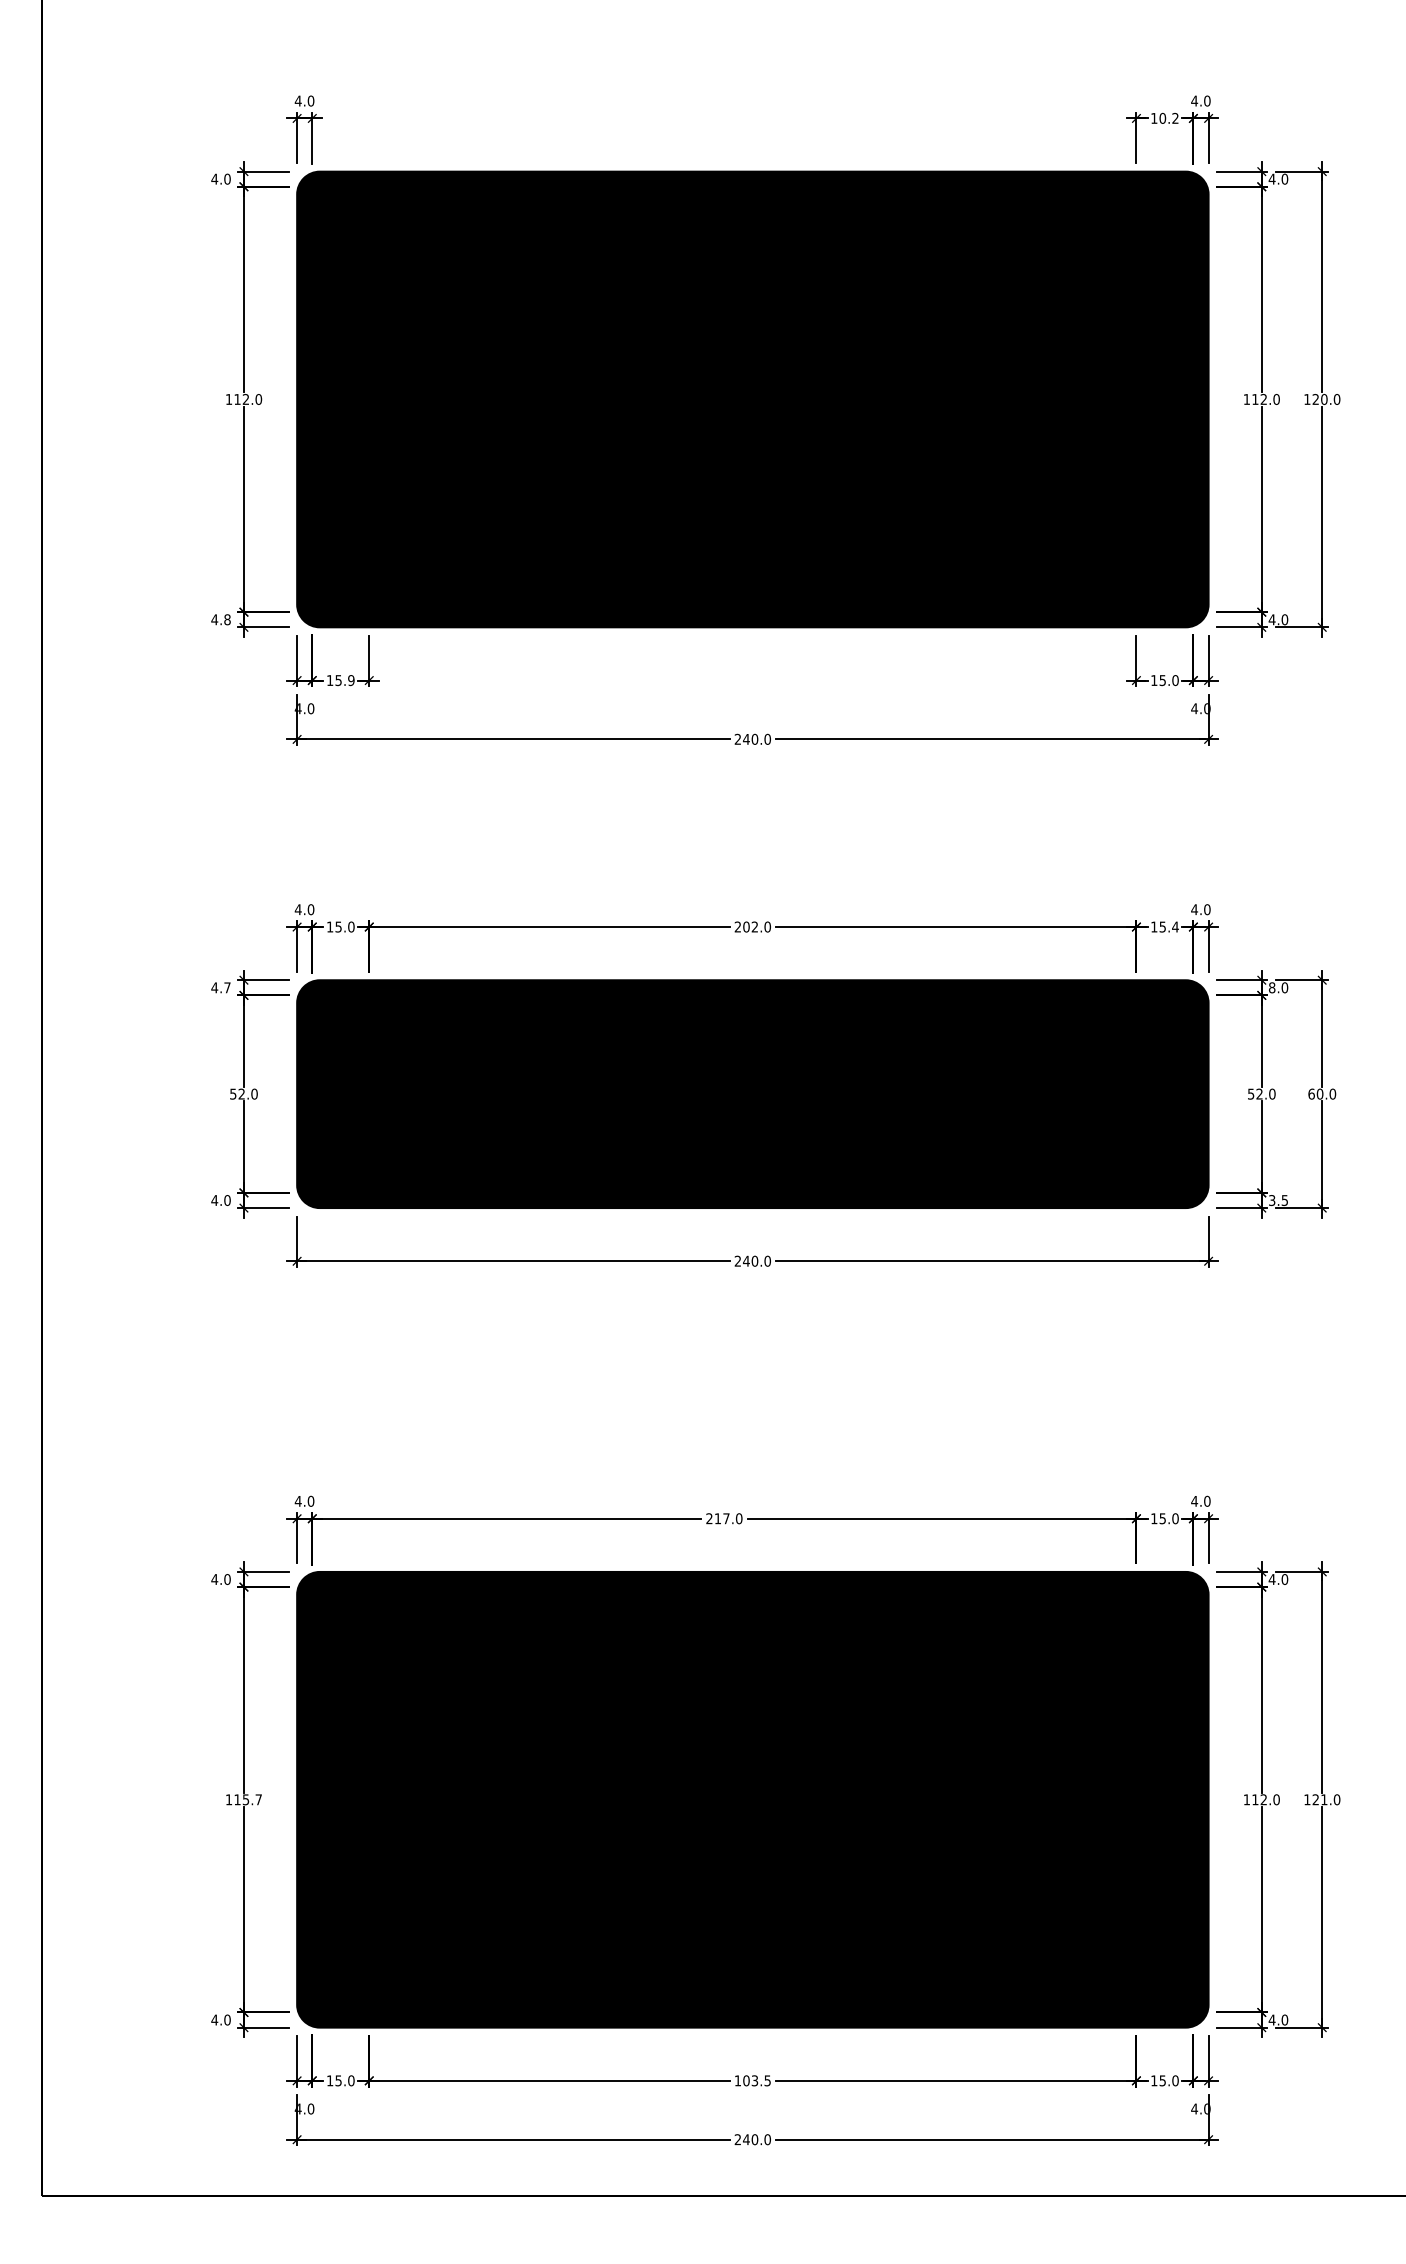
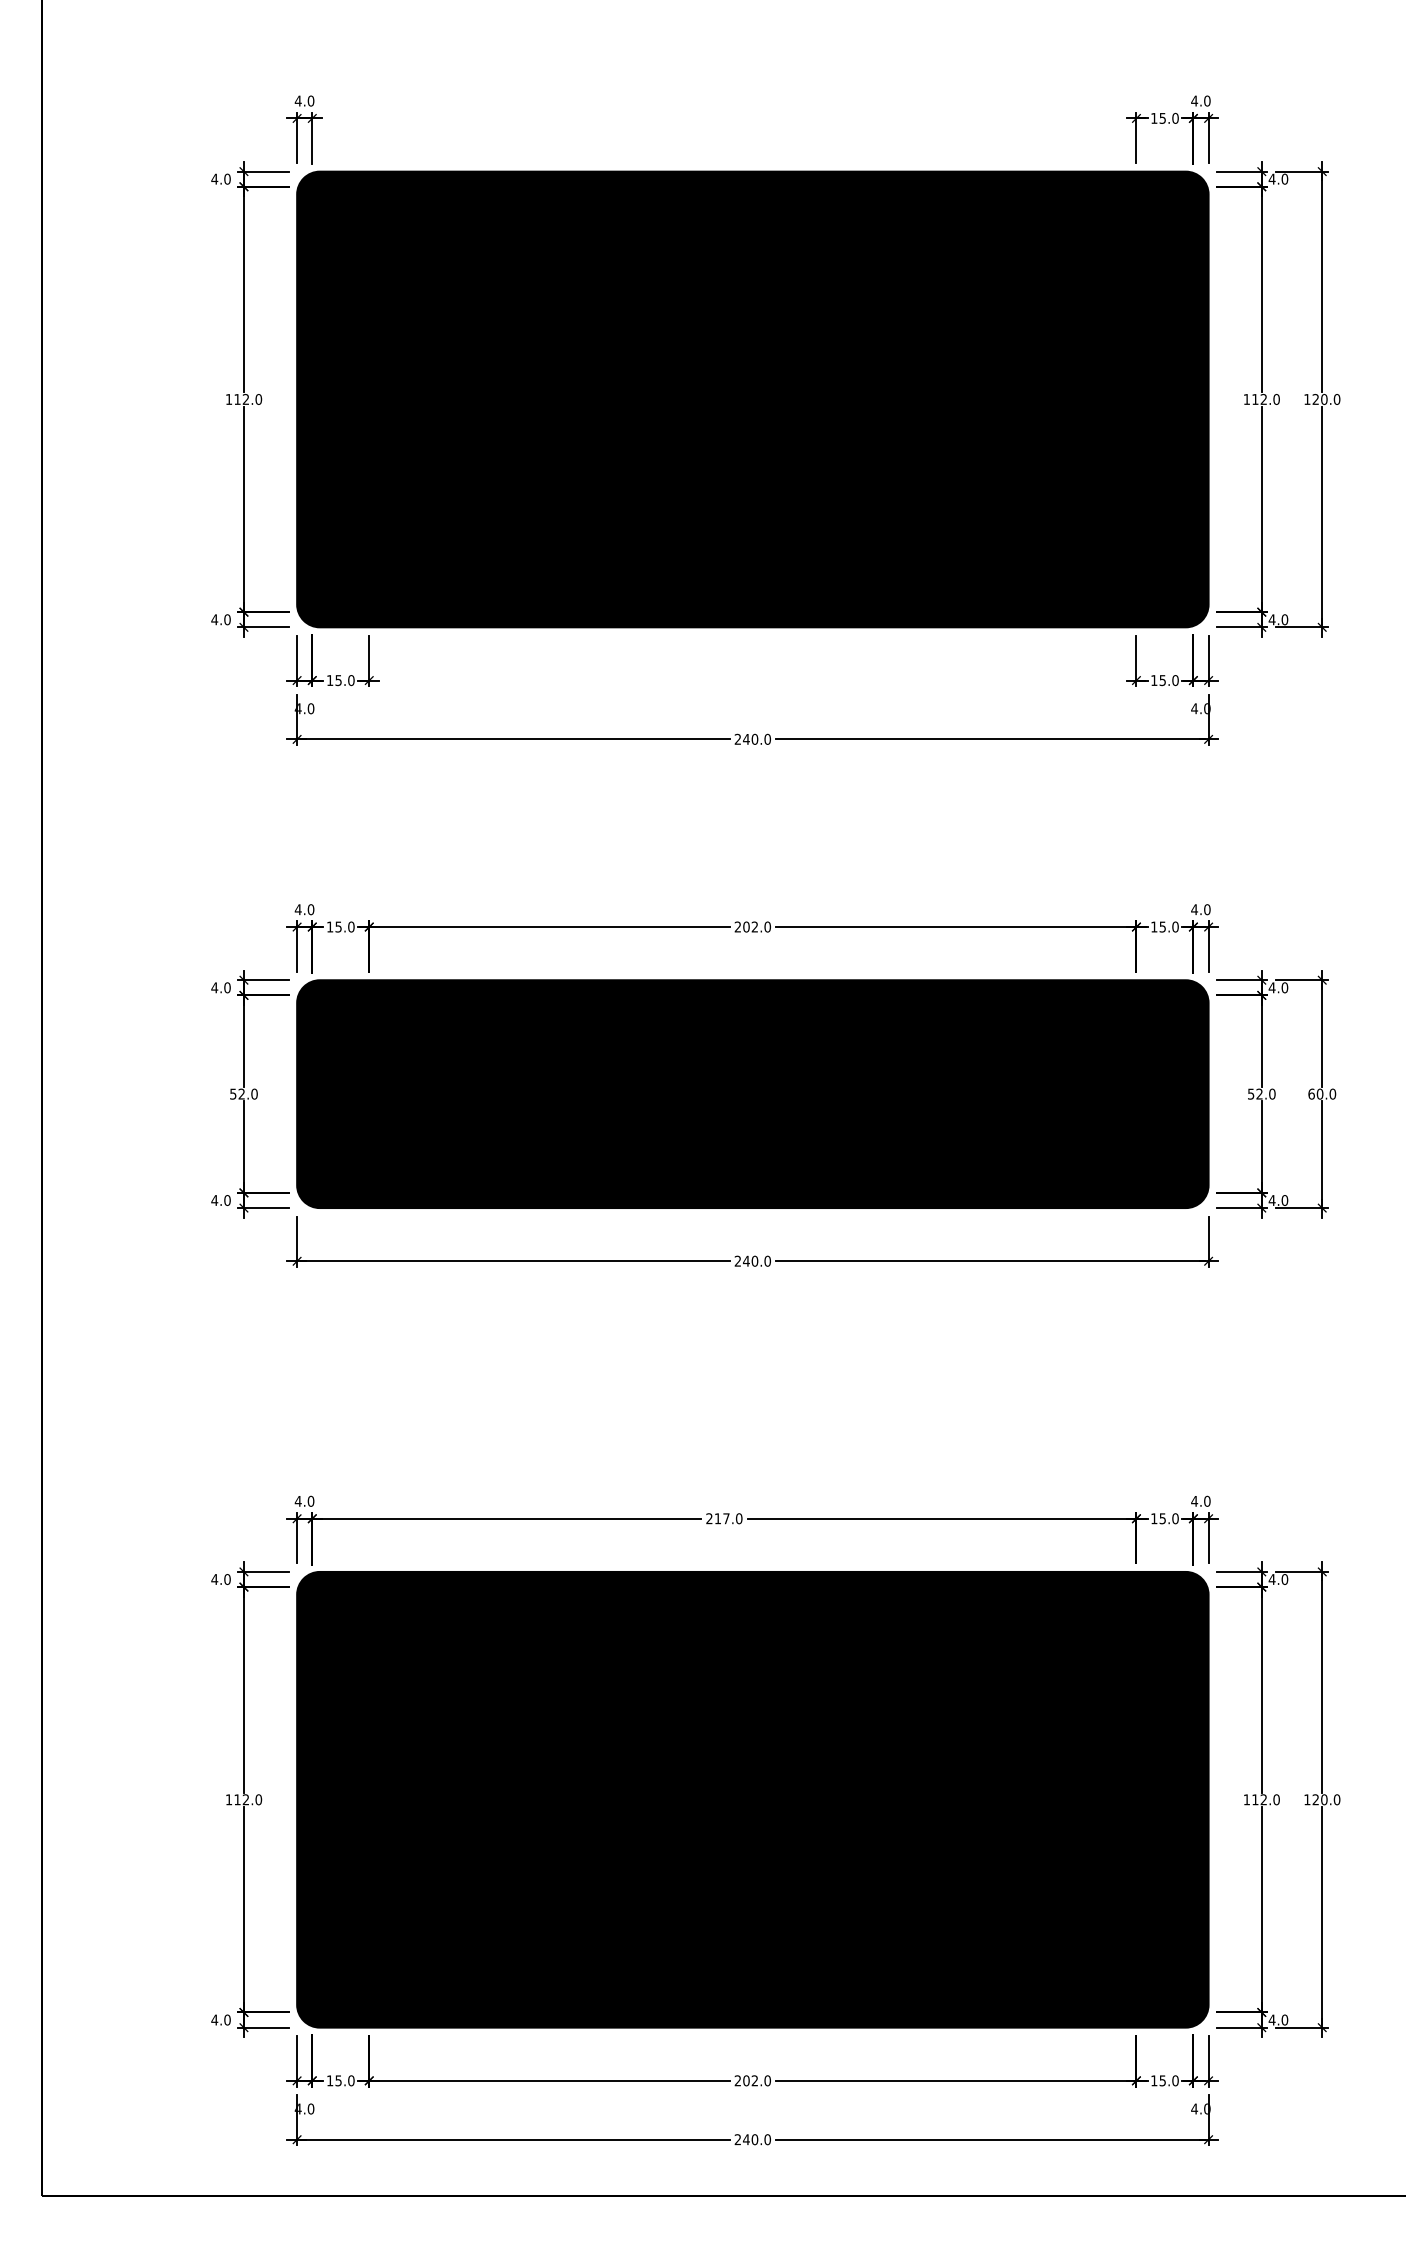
text at (1168, 117): 10.2 -> 15.0
text at (227, 619): 4.8 -> 4.0
text at (351, 680): 15.9 -> 15.0
text at (1175, 926): 15.4 -> 15.0
text at (227, 987): 4.7 -> 4.0
text at (1271, 987): 8.0 -> 4.0
text at (1278, 1200): 3.5 -> 4.0
text at (252, 1799): 115.7 -> 112.0
text at (1324, 1799): 121.0 -> 120.0
text at (752, 2080): 103.5 -> 202.0
